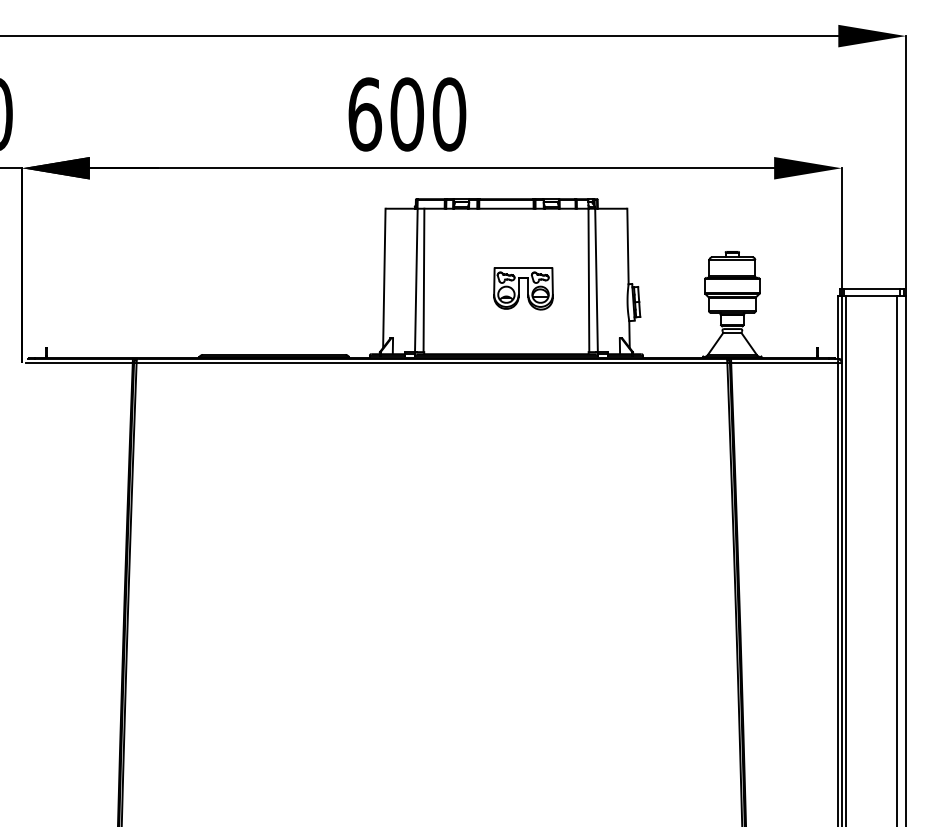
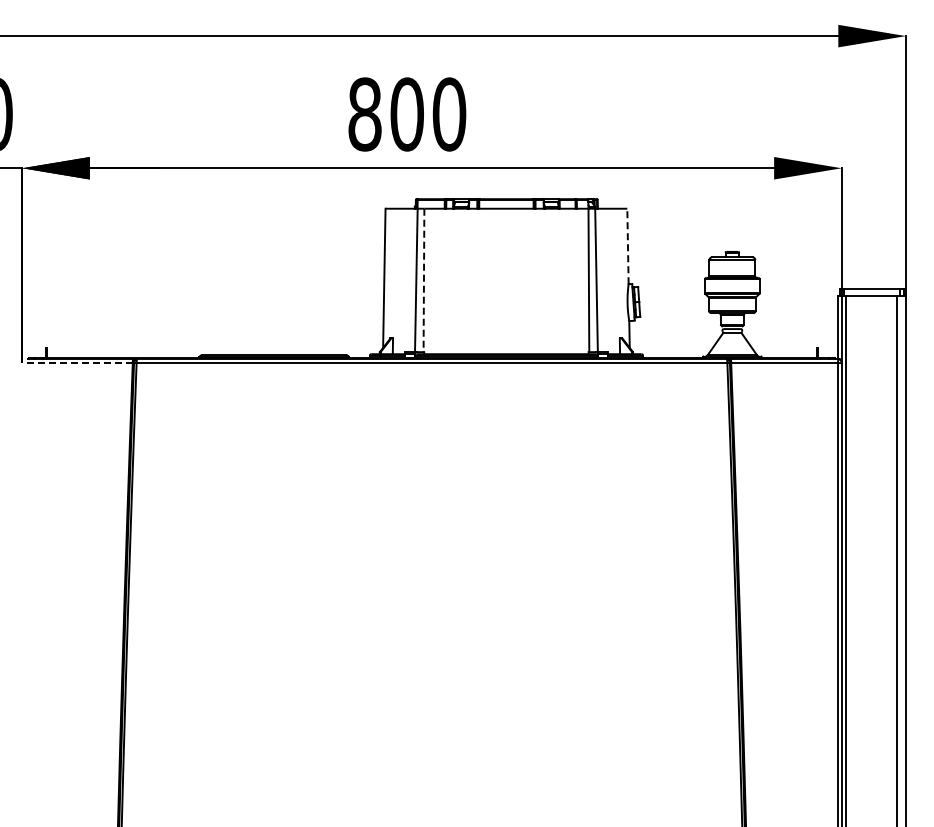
text at (364, 114): 600 -> 800
line at (627, 246): solid -> dashed
line at (423, 280): solid -> dashed
part at (523, 288): present -> none
line at (78, 363): solid -> dashed
